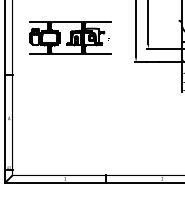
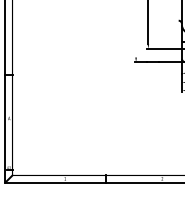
line at (136, 29): present -> none
part at (70, 37): present -> none
